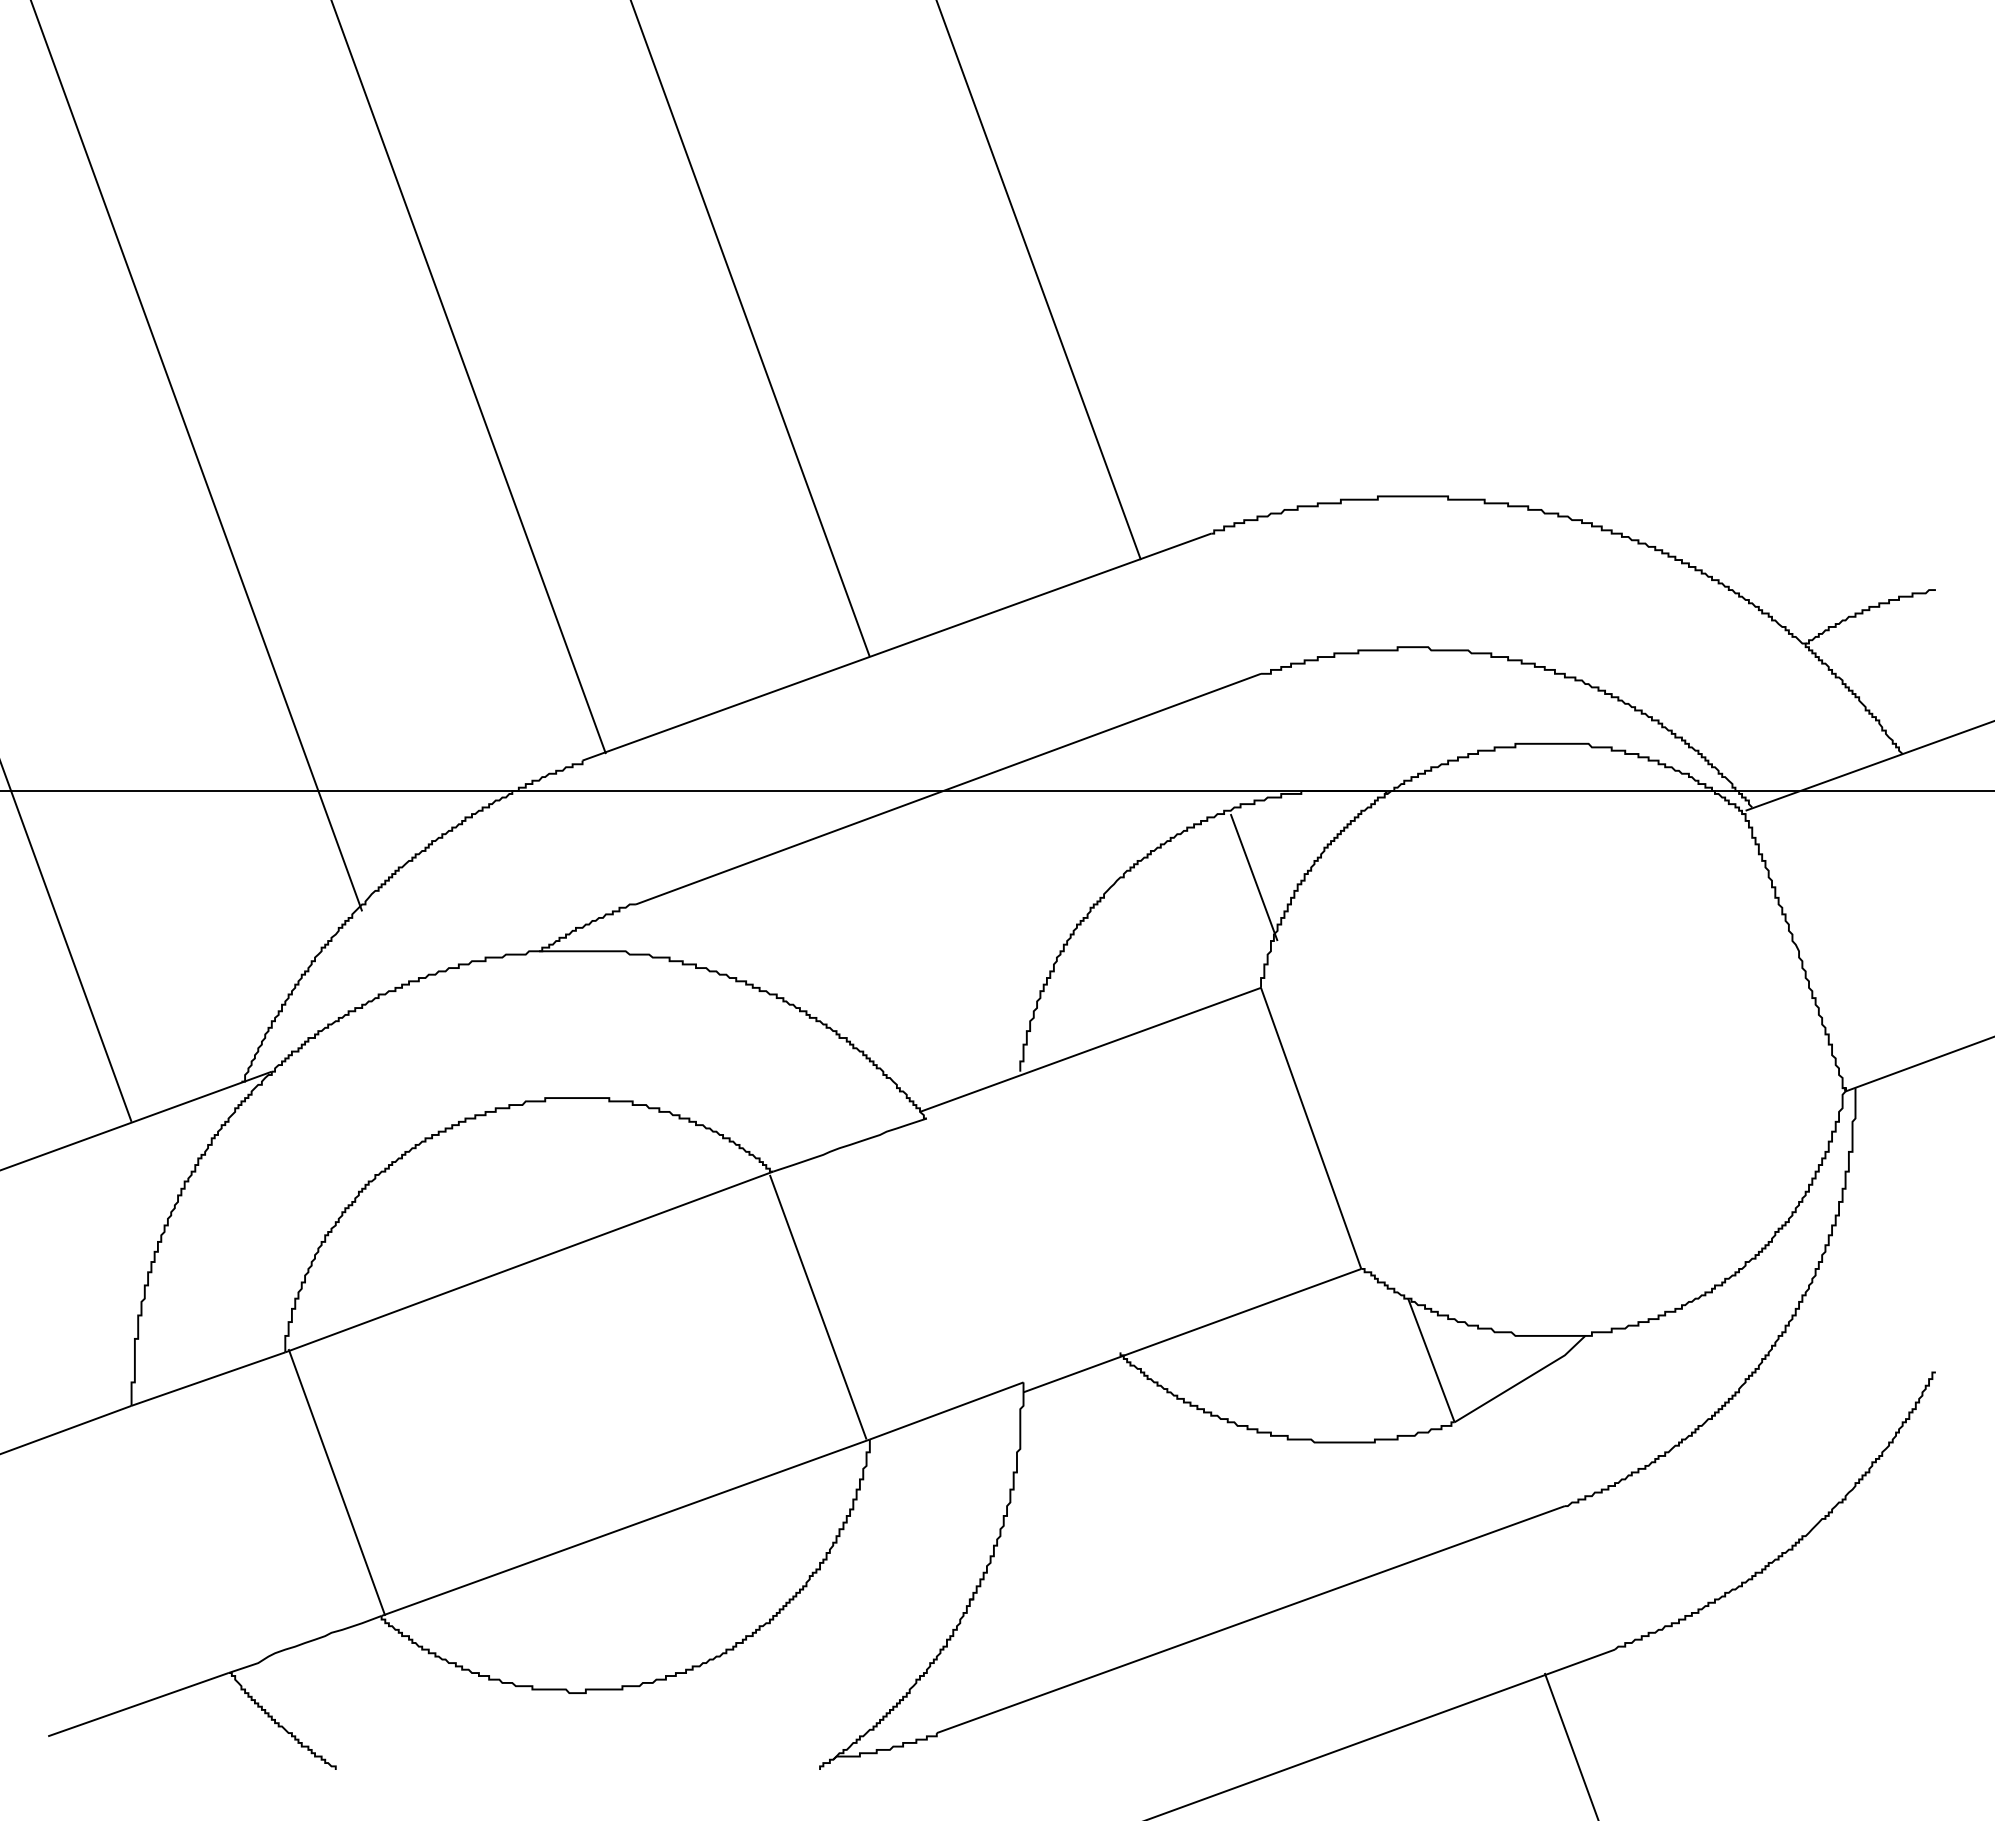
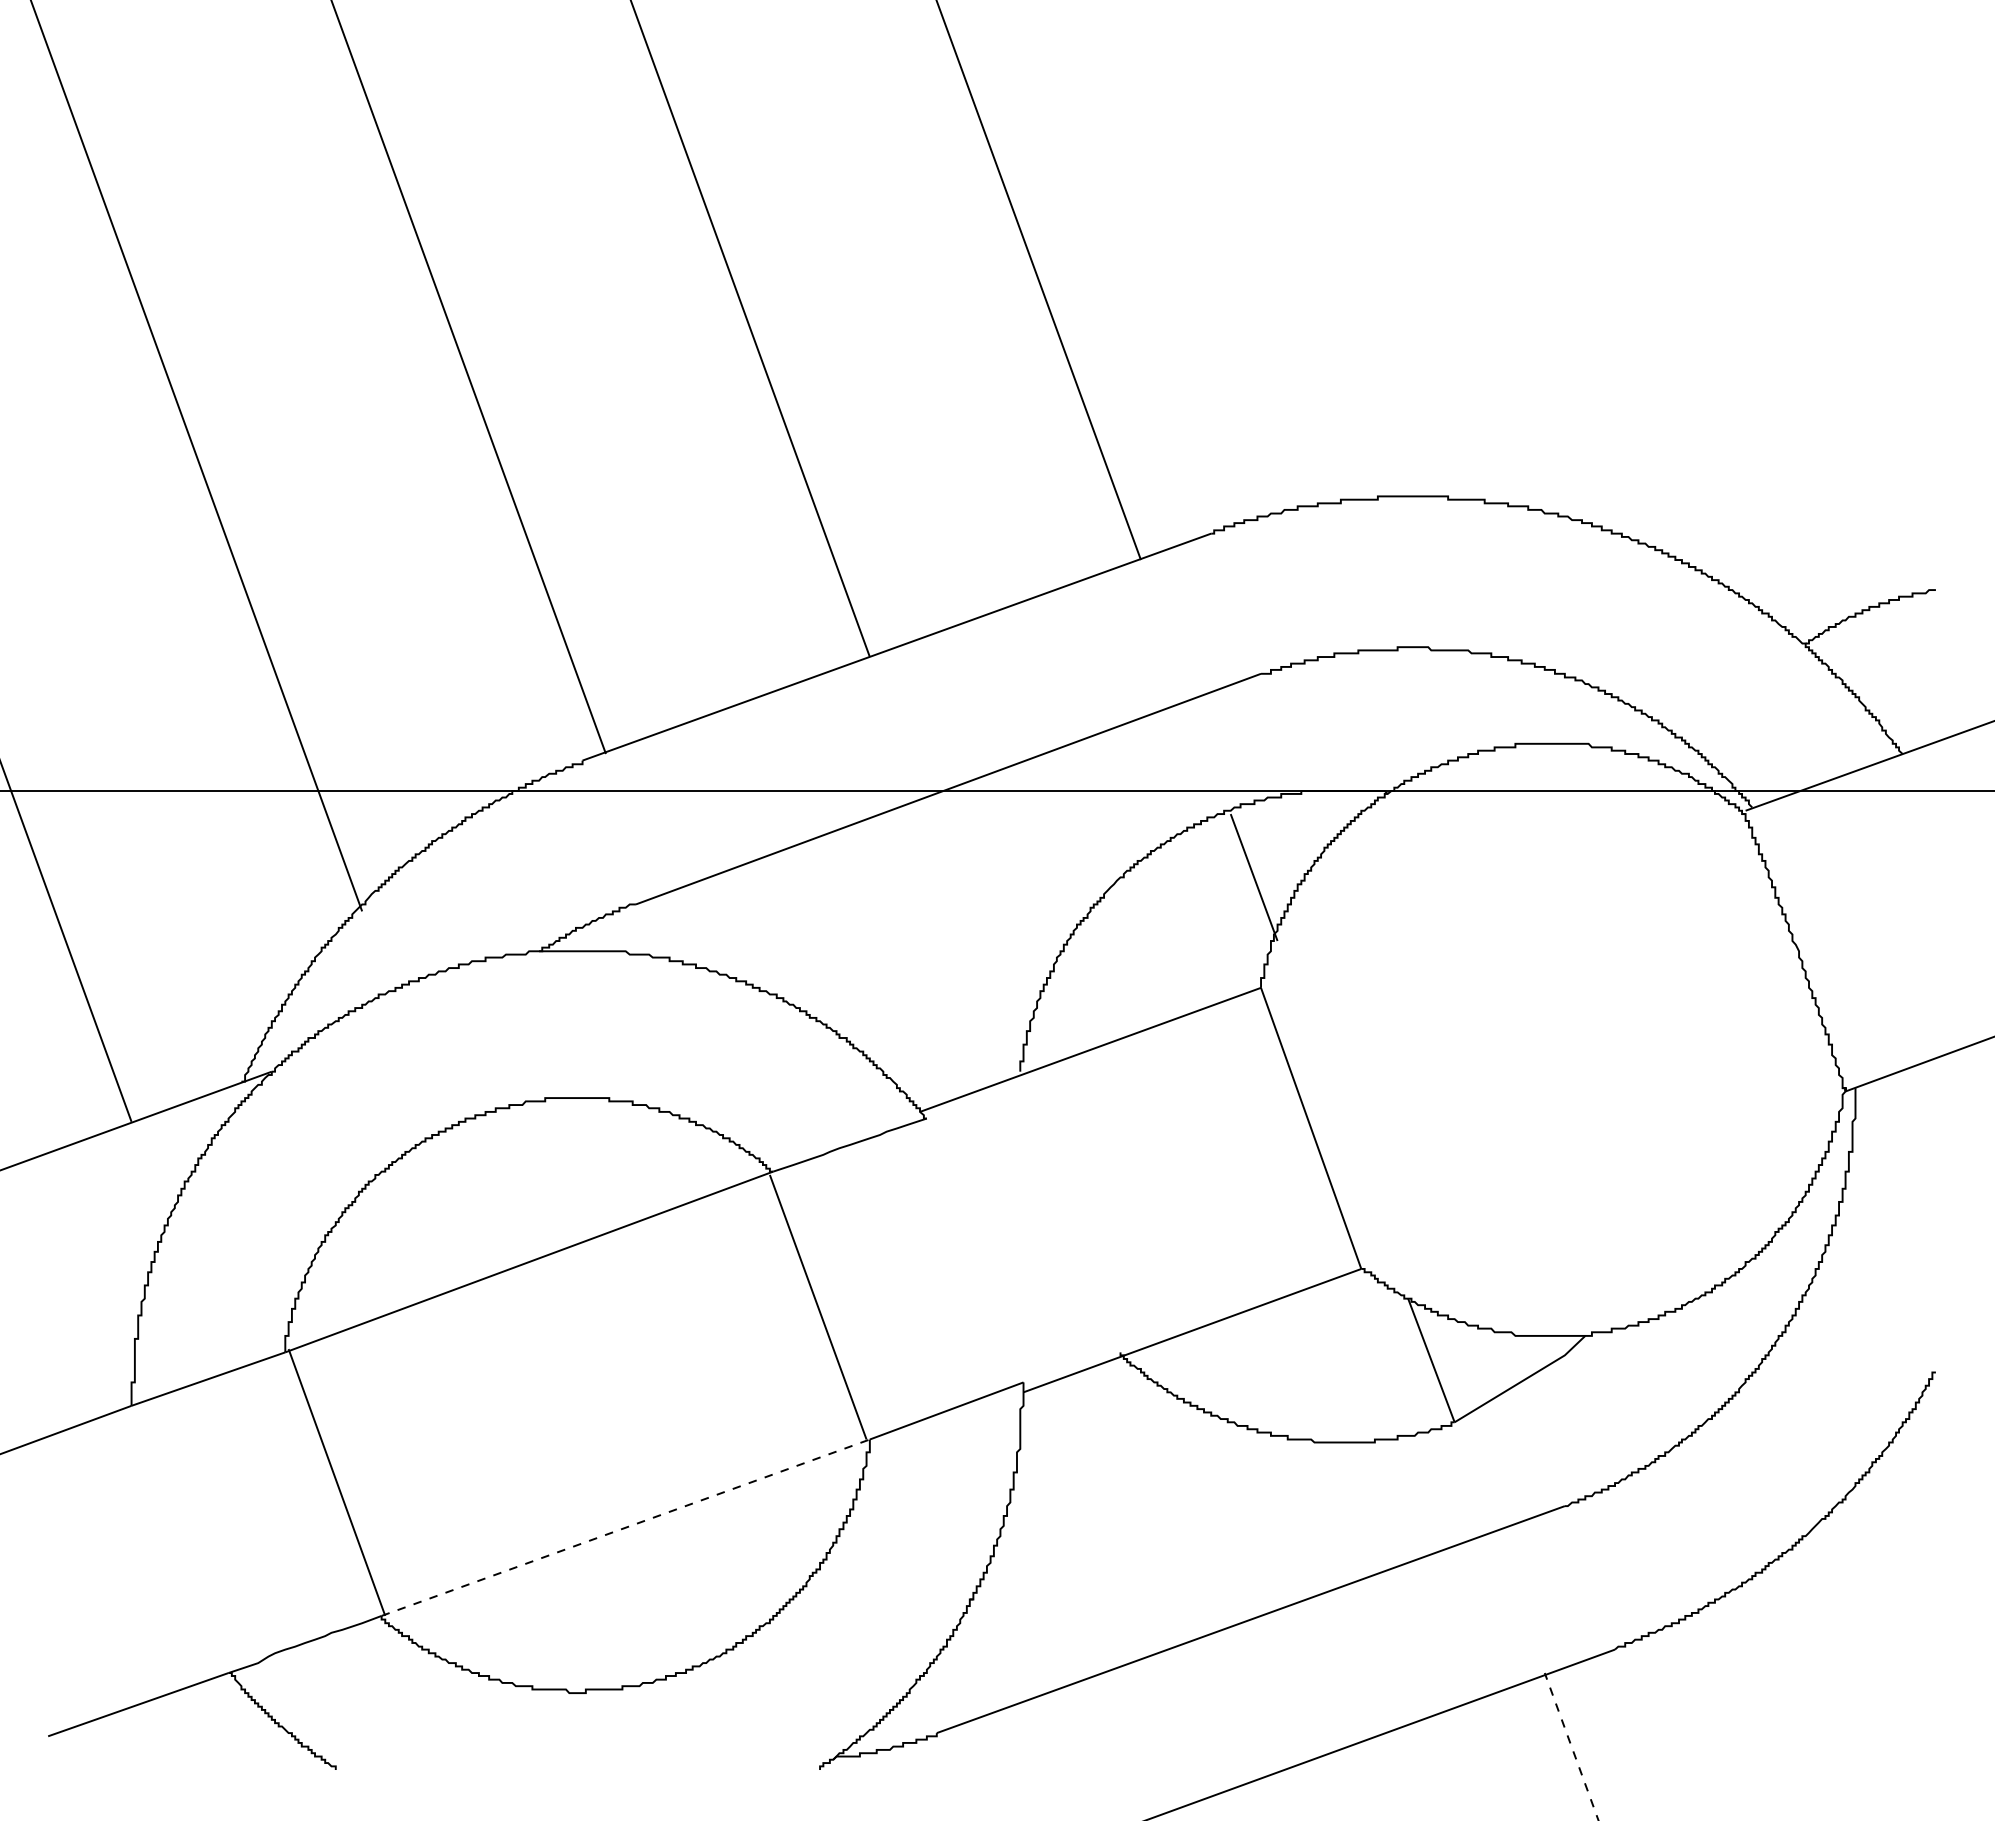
line at (625, 1527): solid -> dashed
line at (1571, 1746): solid -> dashed
